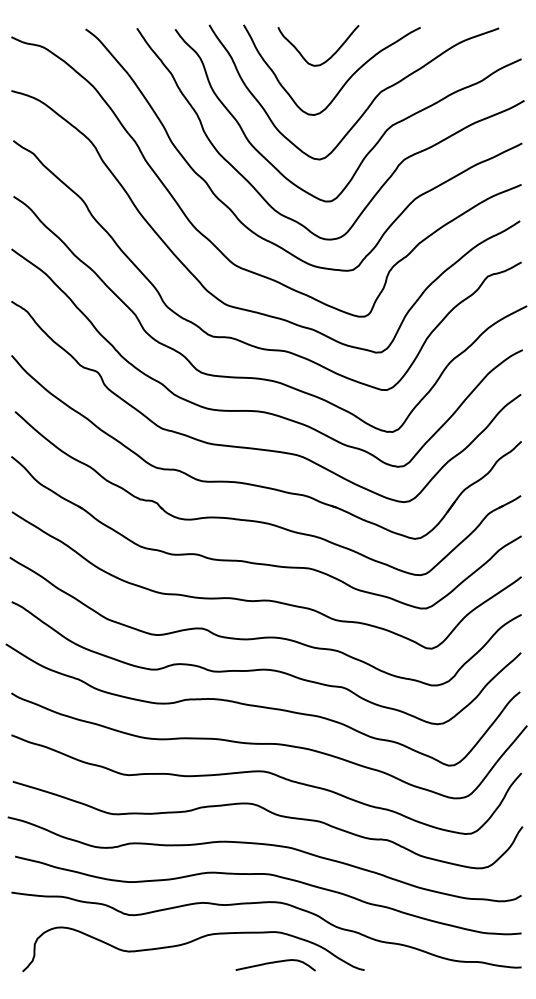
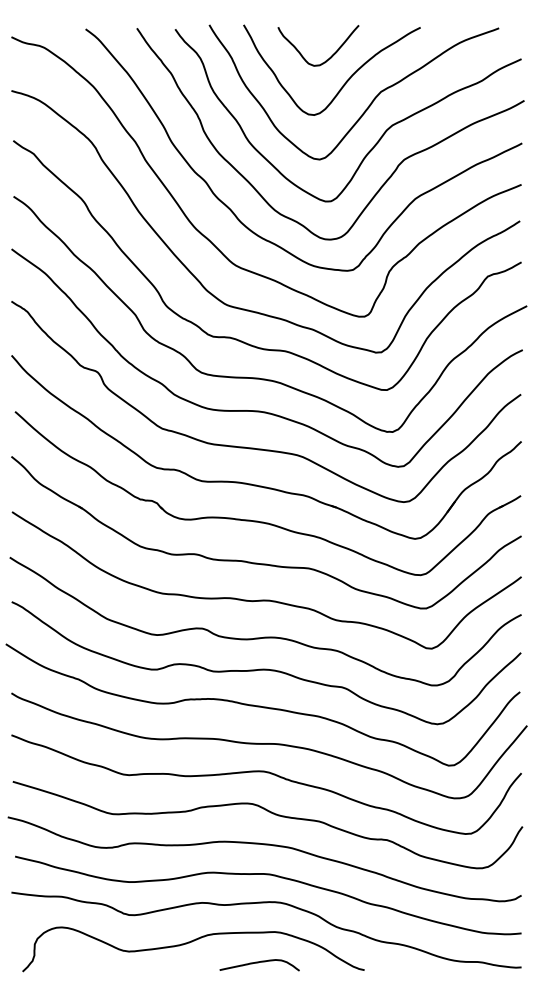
curve at (274, 963) position: (274, 963) -> (258, 963)
